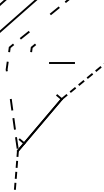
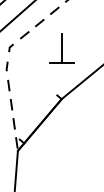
line at (39, 22): none -> present
line at (62, 47): none -> present
line at (32, 48): present -> none
line at (83, 81): dashed -> solid
line at (8, 85): none -> present
line at (16, 170): dashed -> solid
